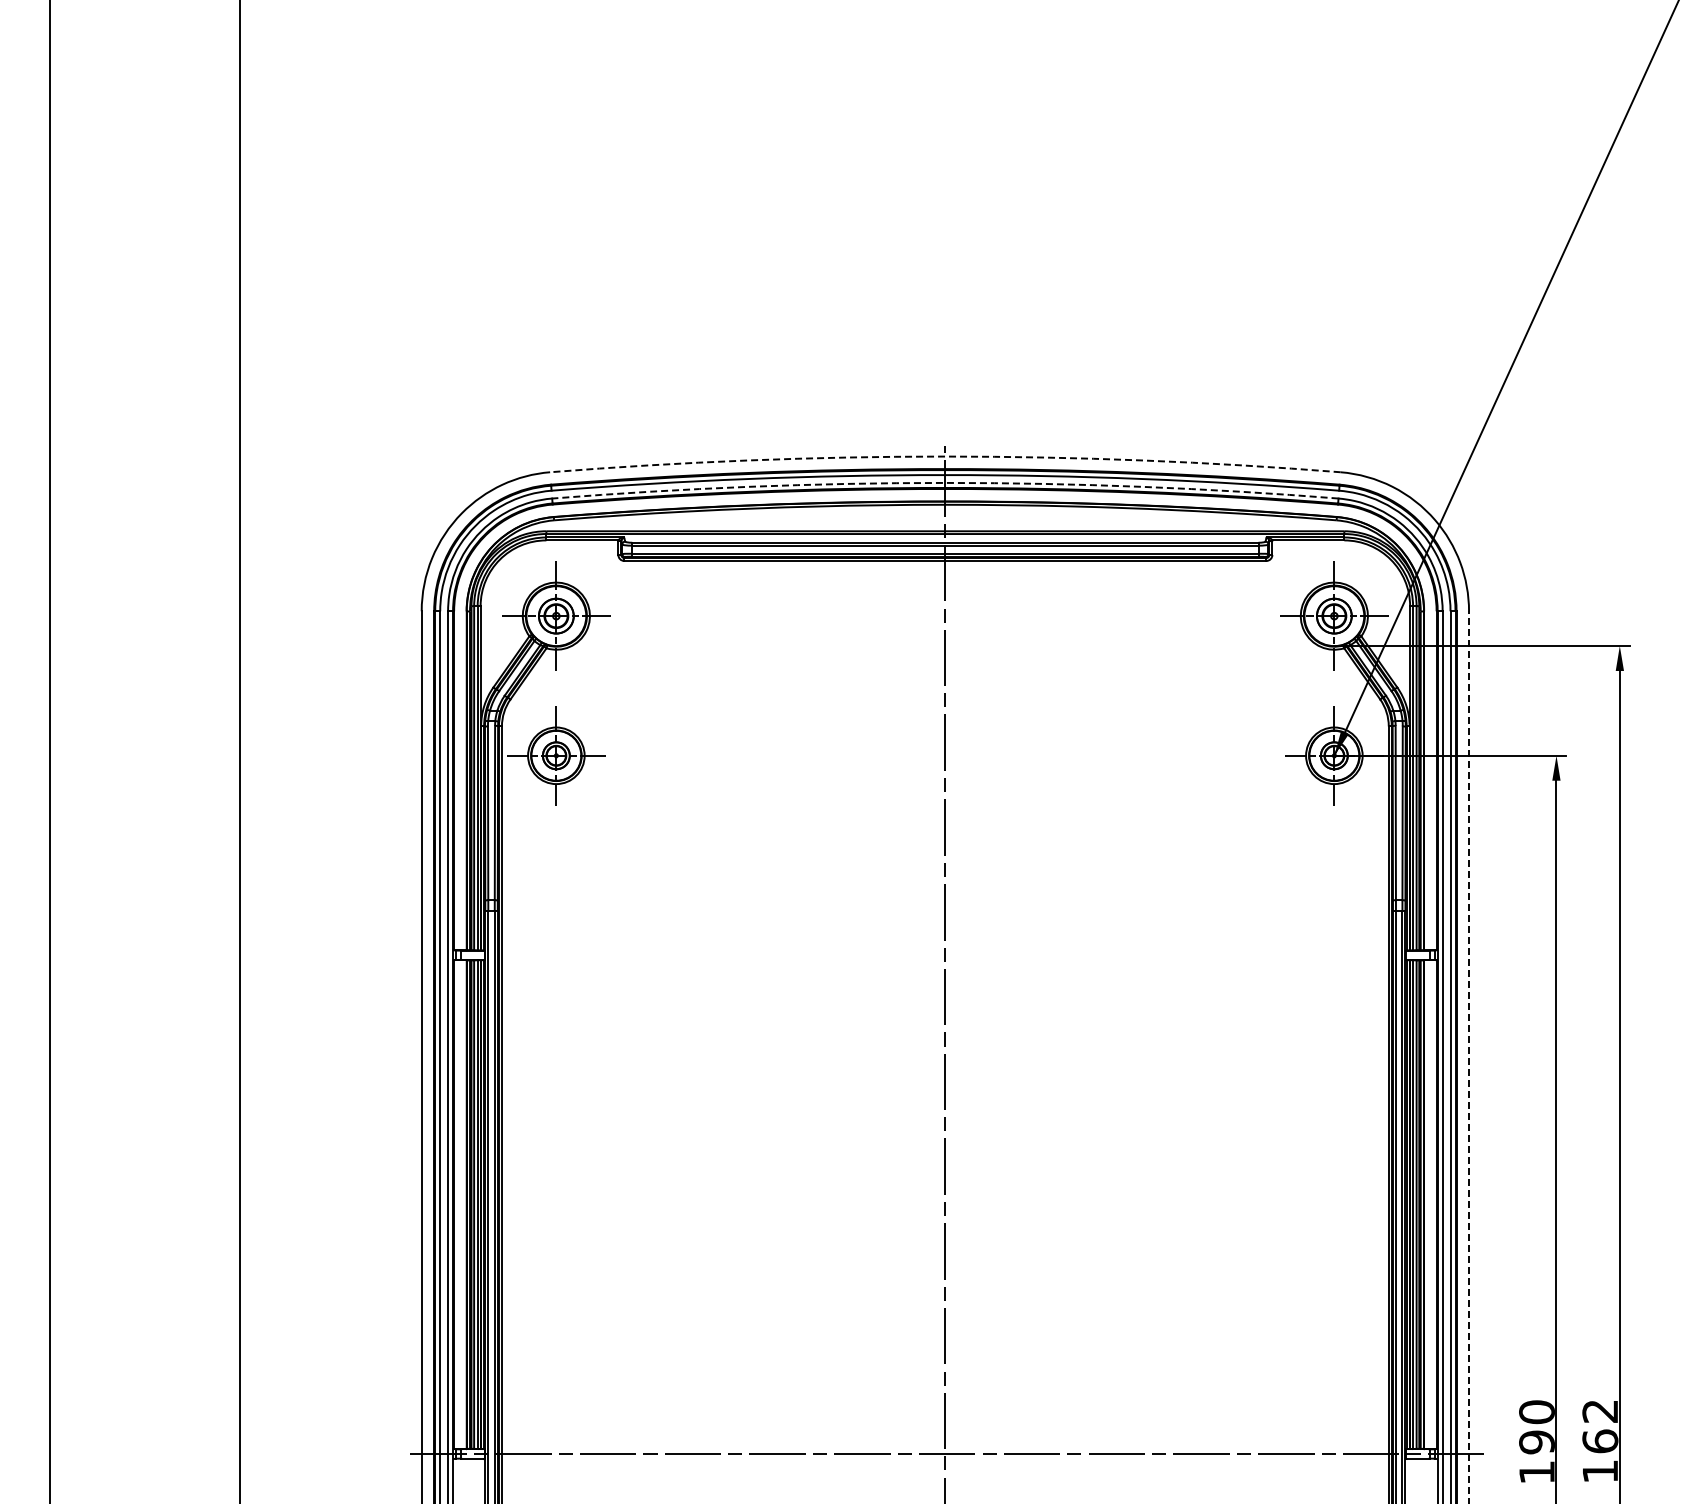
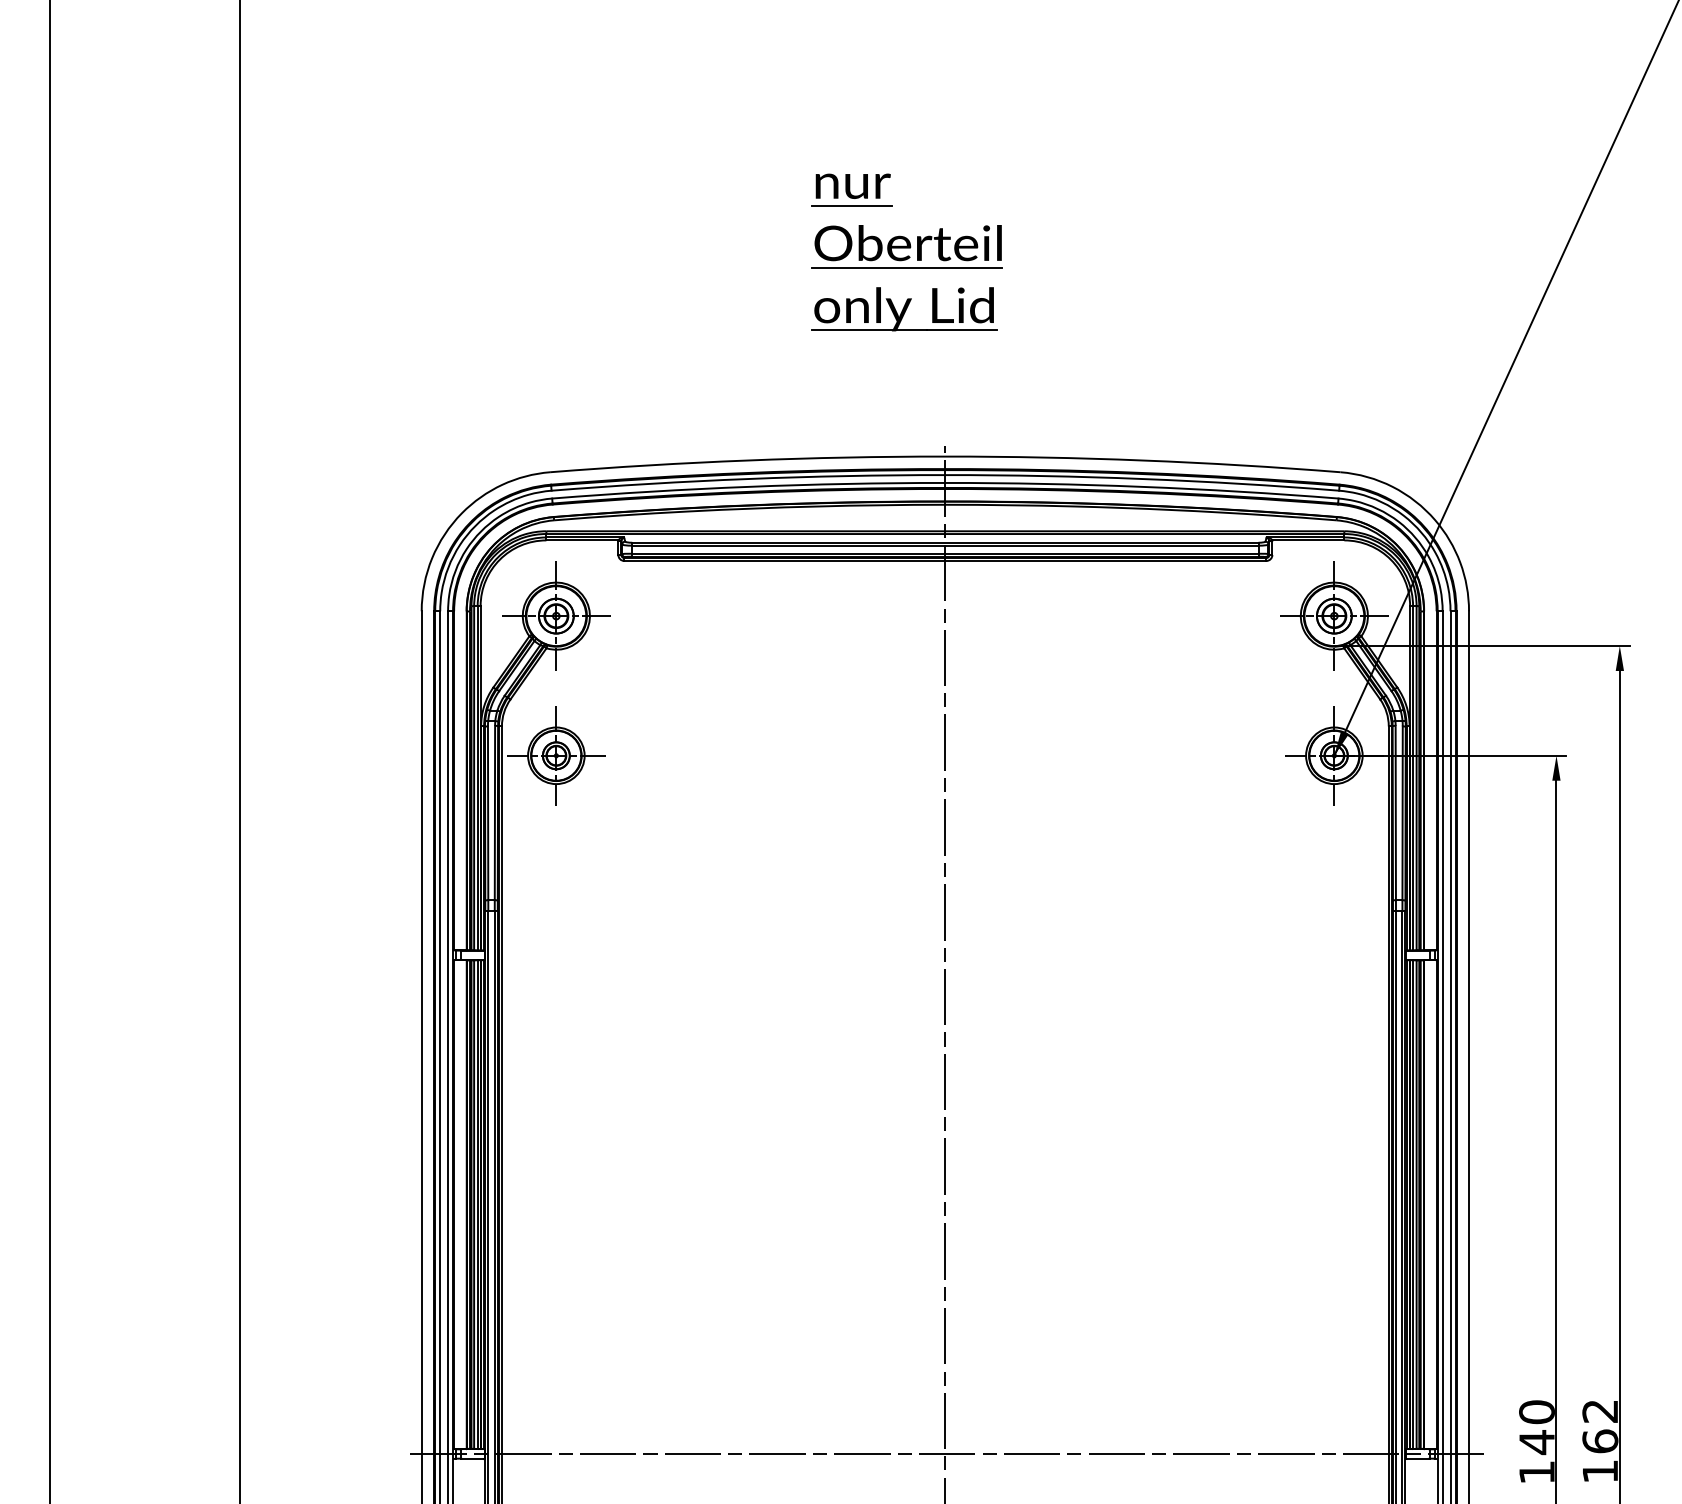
part at (906, 252): none -> present
arc at (945, 456): dashed -> solid
arc at (945, 482): dashed -> solid
line at (1469, 1057): dashed -> solid
text at (1536, 1442): 190 -> 140
